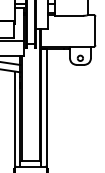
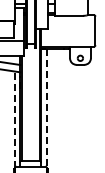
line at (46, 109): solid -> dashed
line at (15, 119): solid -> dashed
